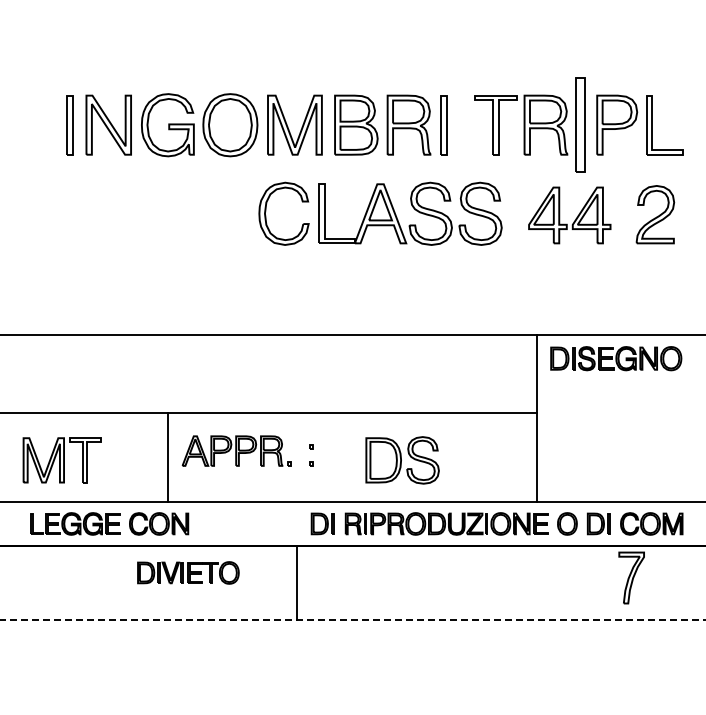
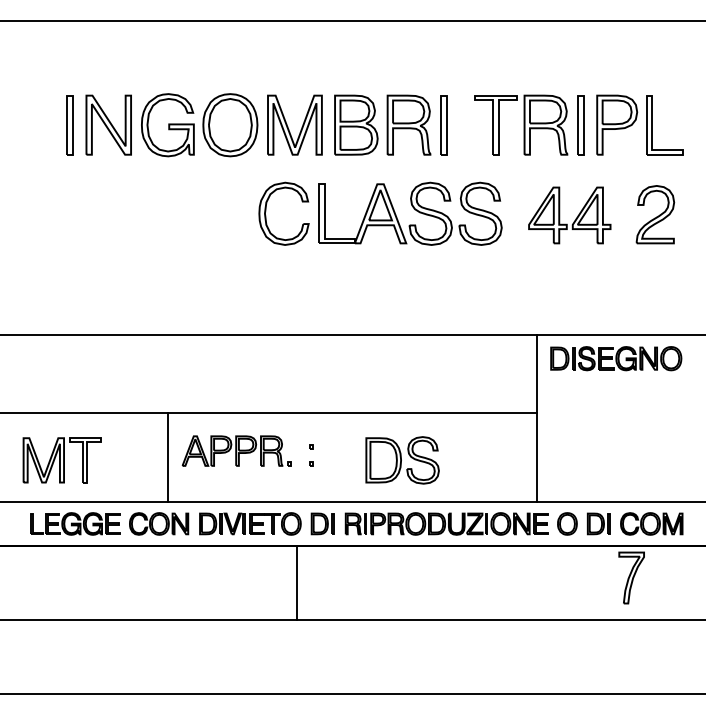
line at (352, 21): none -> present
part at (580, 124) size: 11x96 px -> 8x61 px
part at (188, 572) position: (188, 572) -> (250, 523)
line at (353, 619): dashed -> solid
line at (352, 693): none -> present
